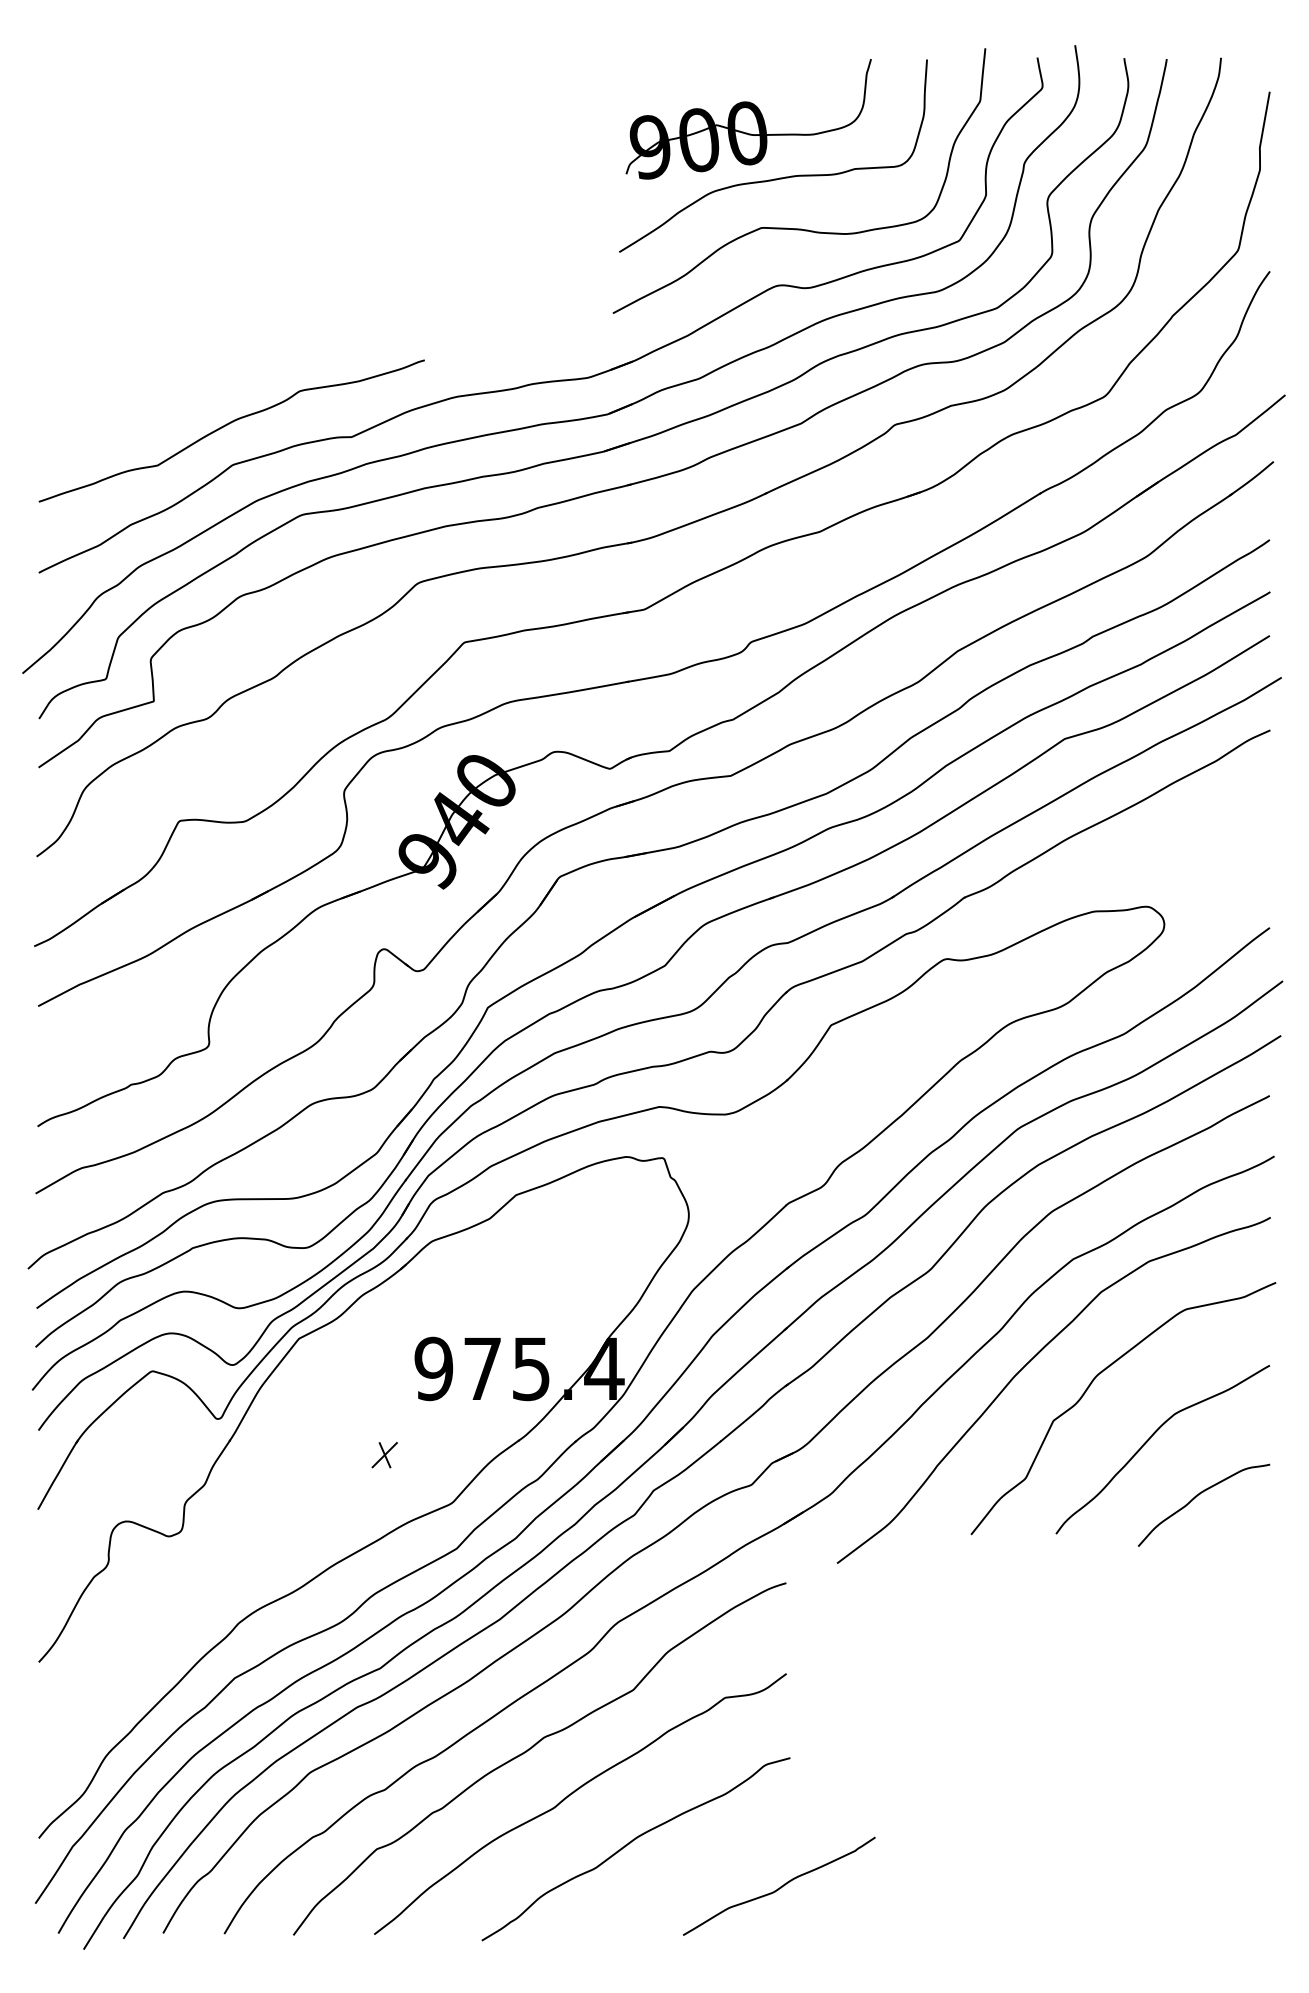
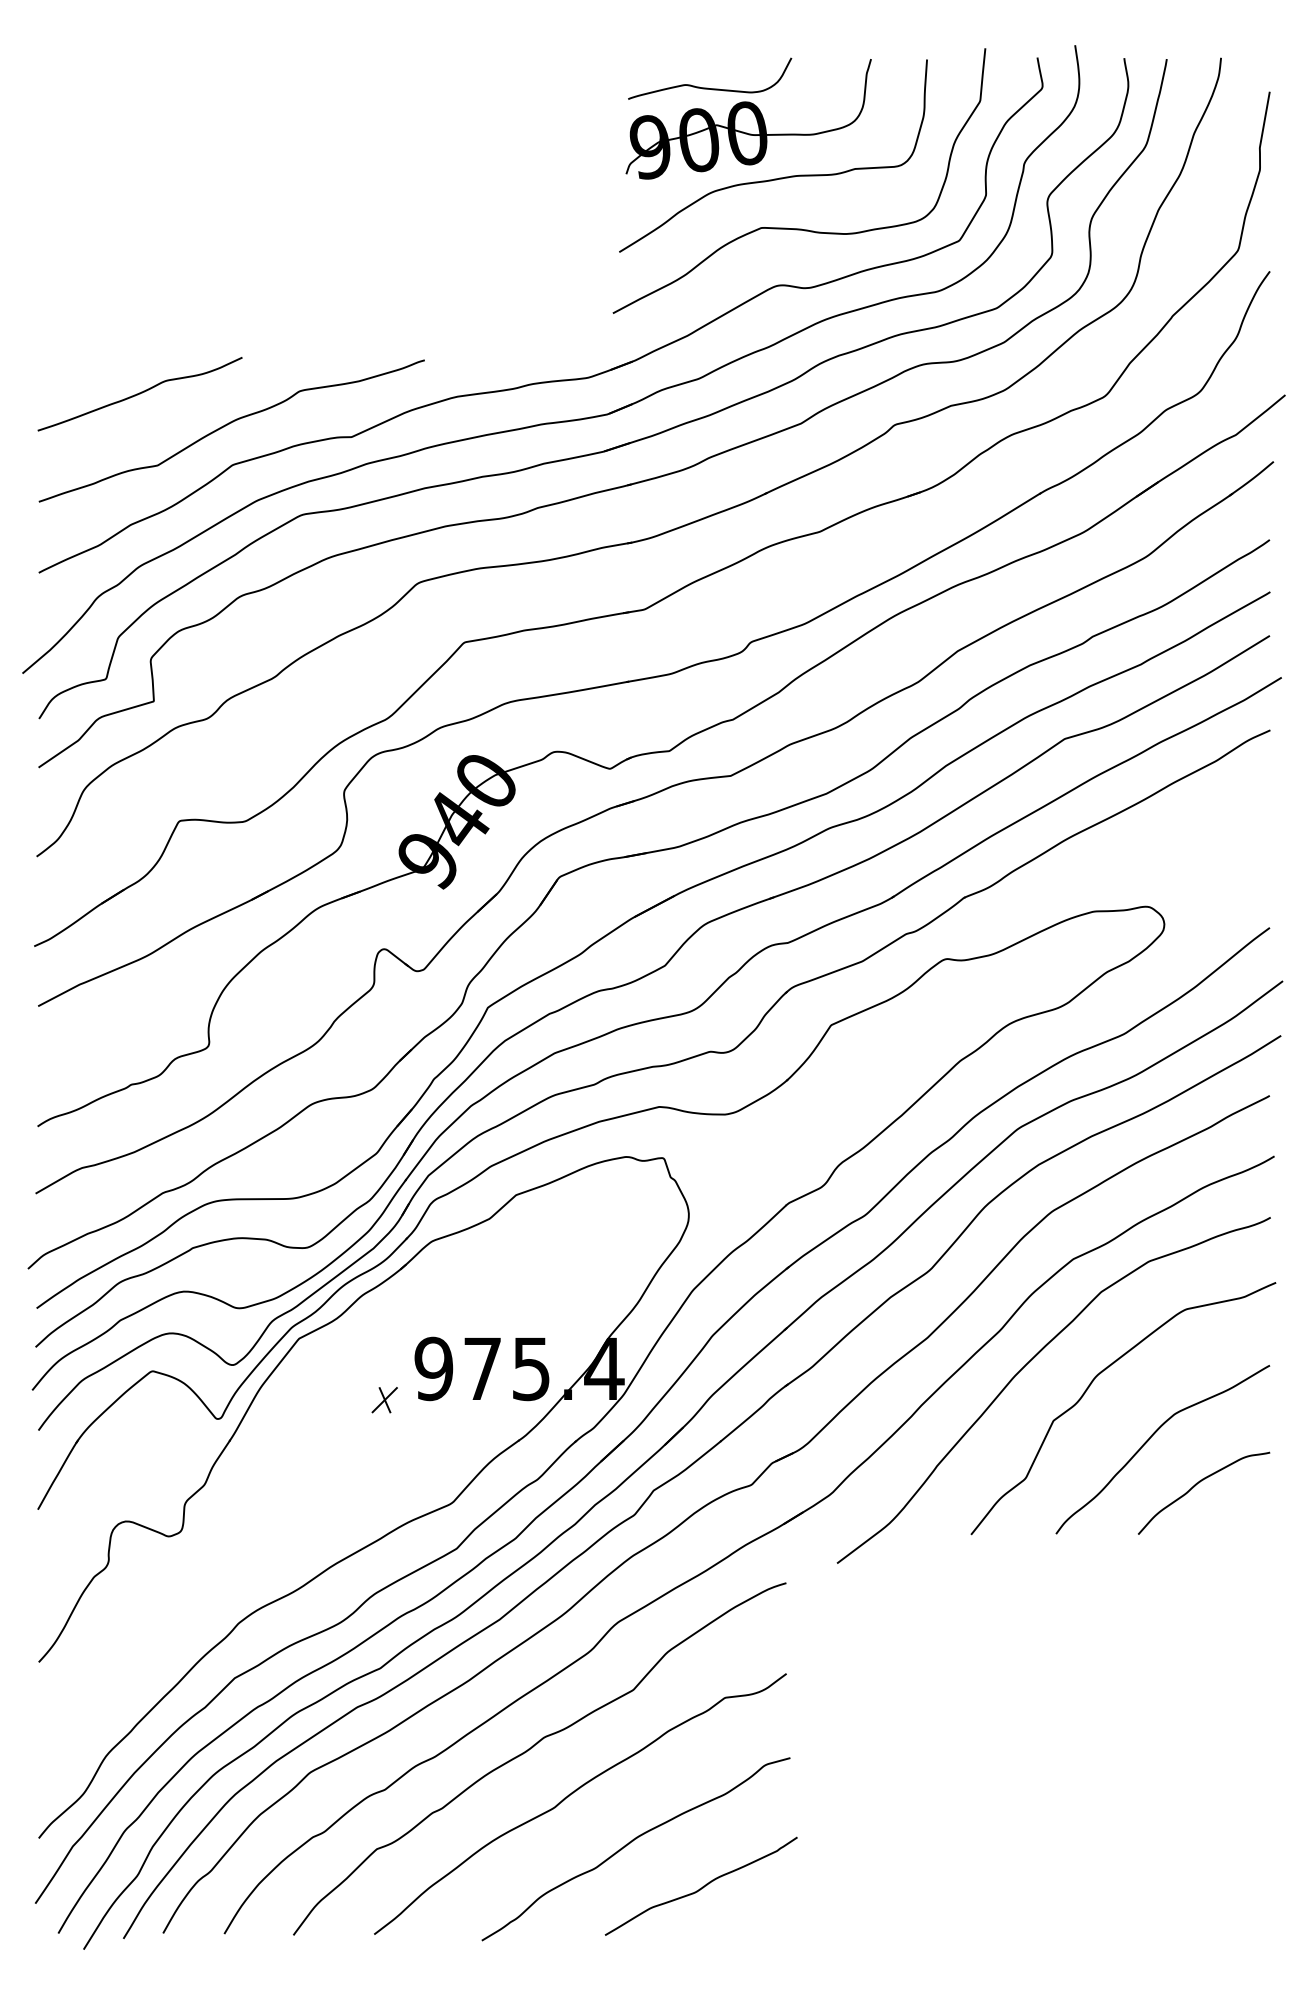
curve at (707, 87): none -> present
curve at (139, 394): none -> present
part at (384, 1455) position: (384, 1455) -> (384, 1400)
curve at (1199, 1495) position: (1199, 1495) -> (1199, 1483)
curve at (780, 1886) position: (780, 1886) -> (702, 1886)
